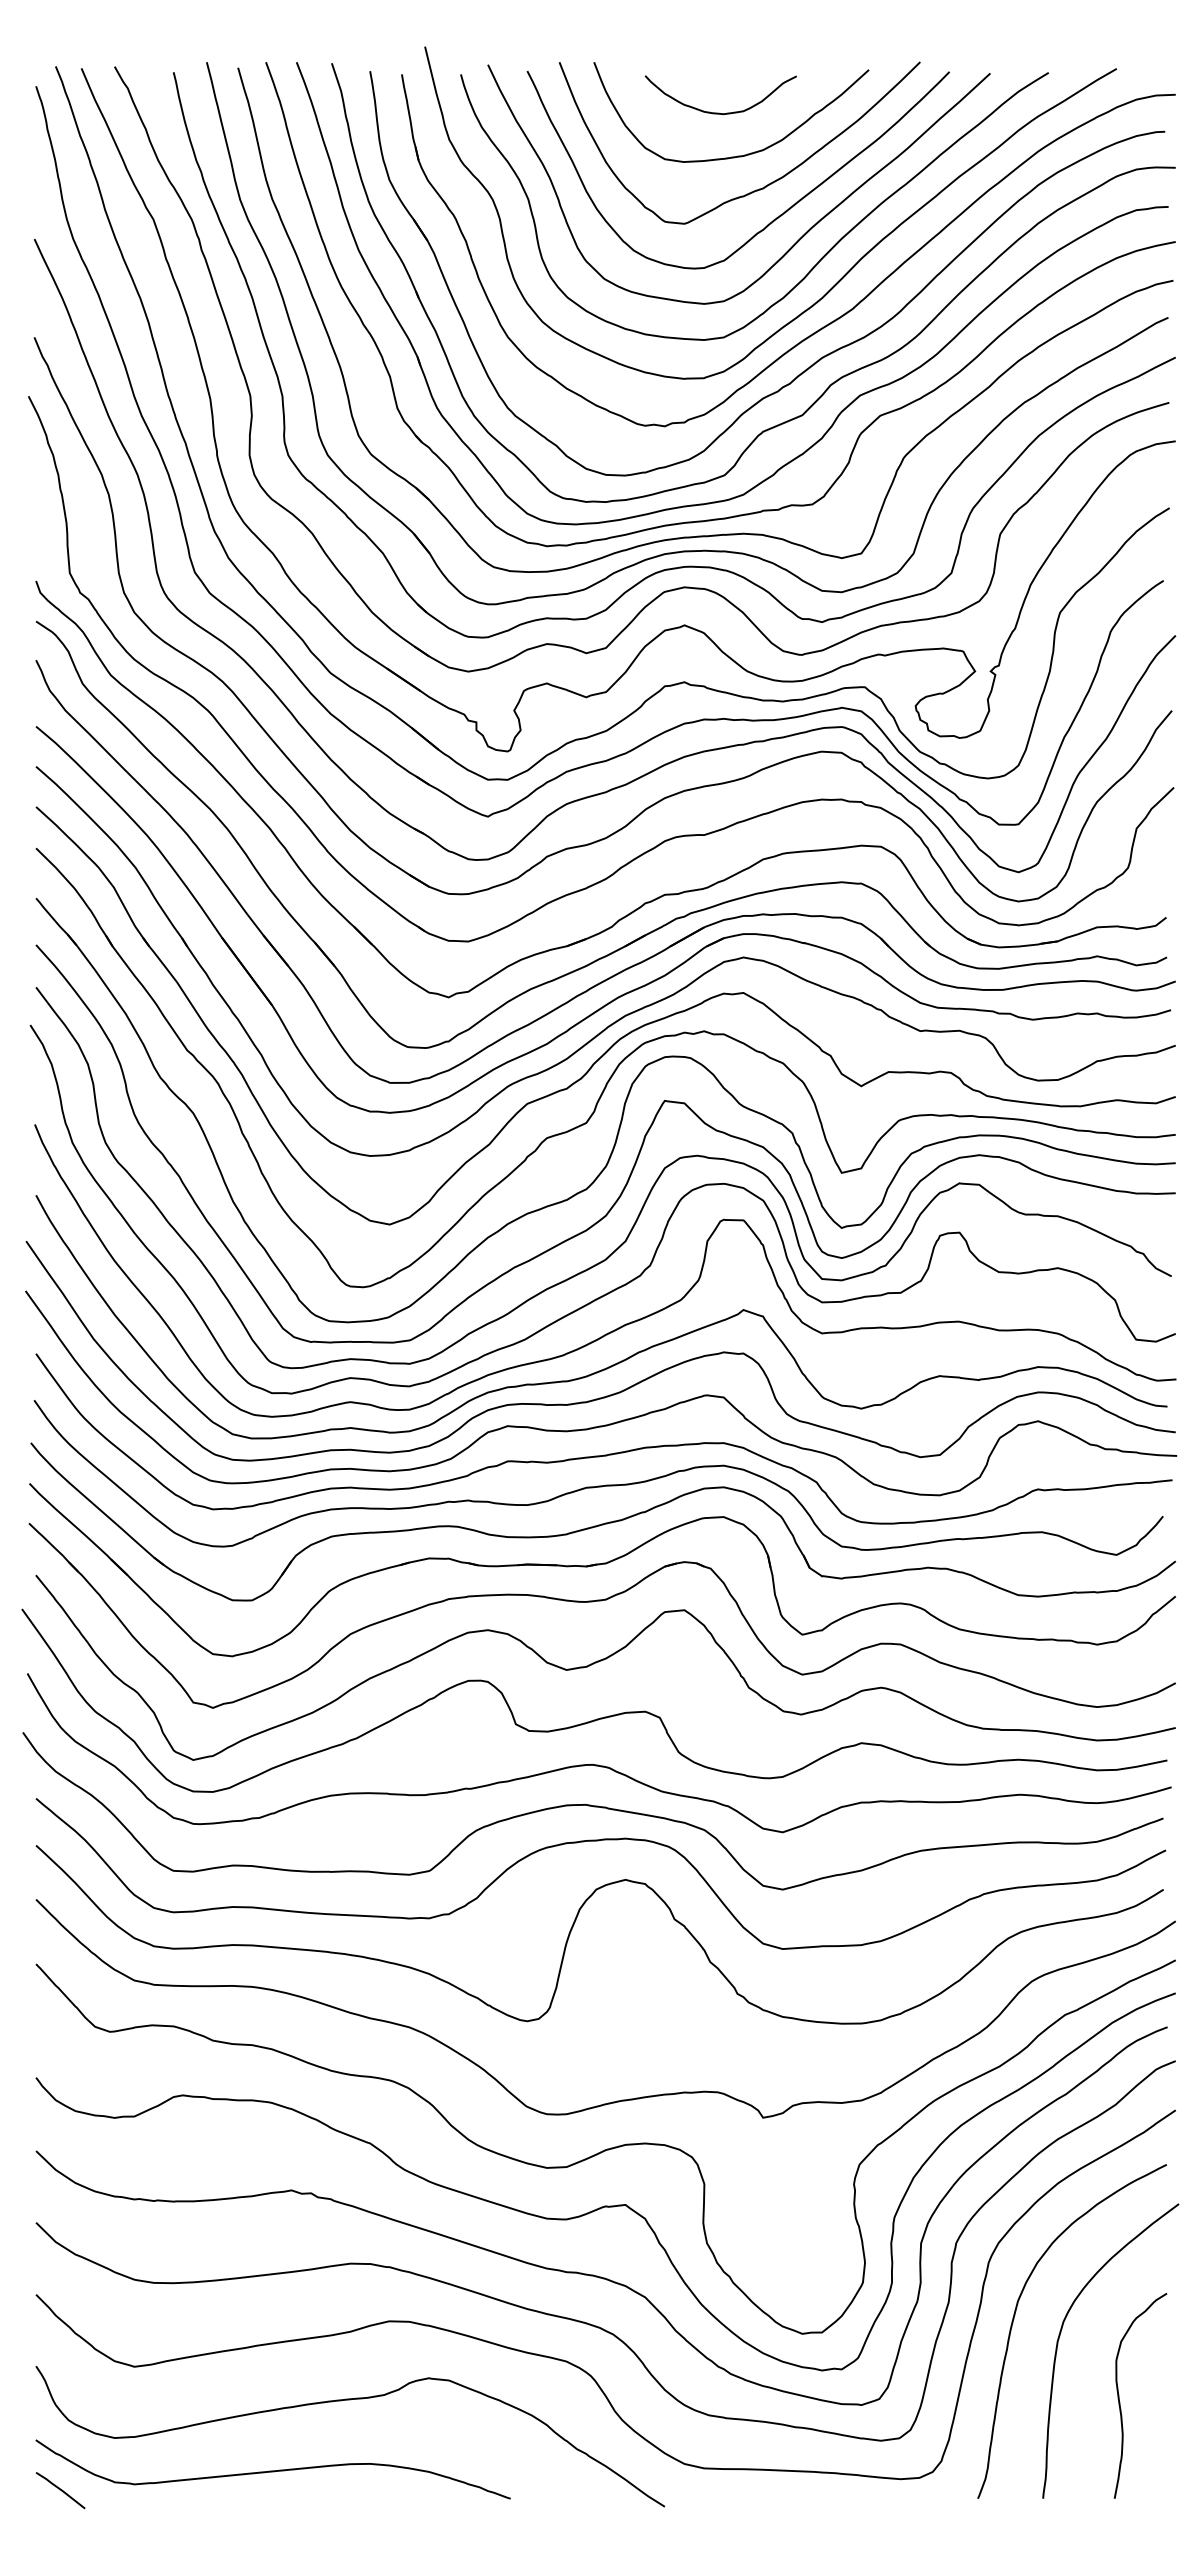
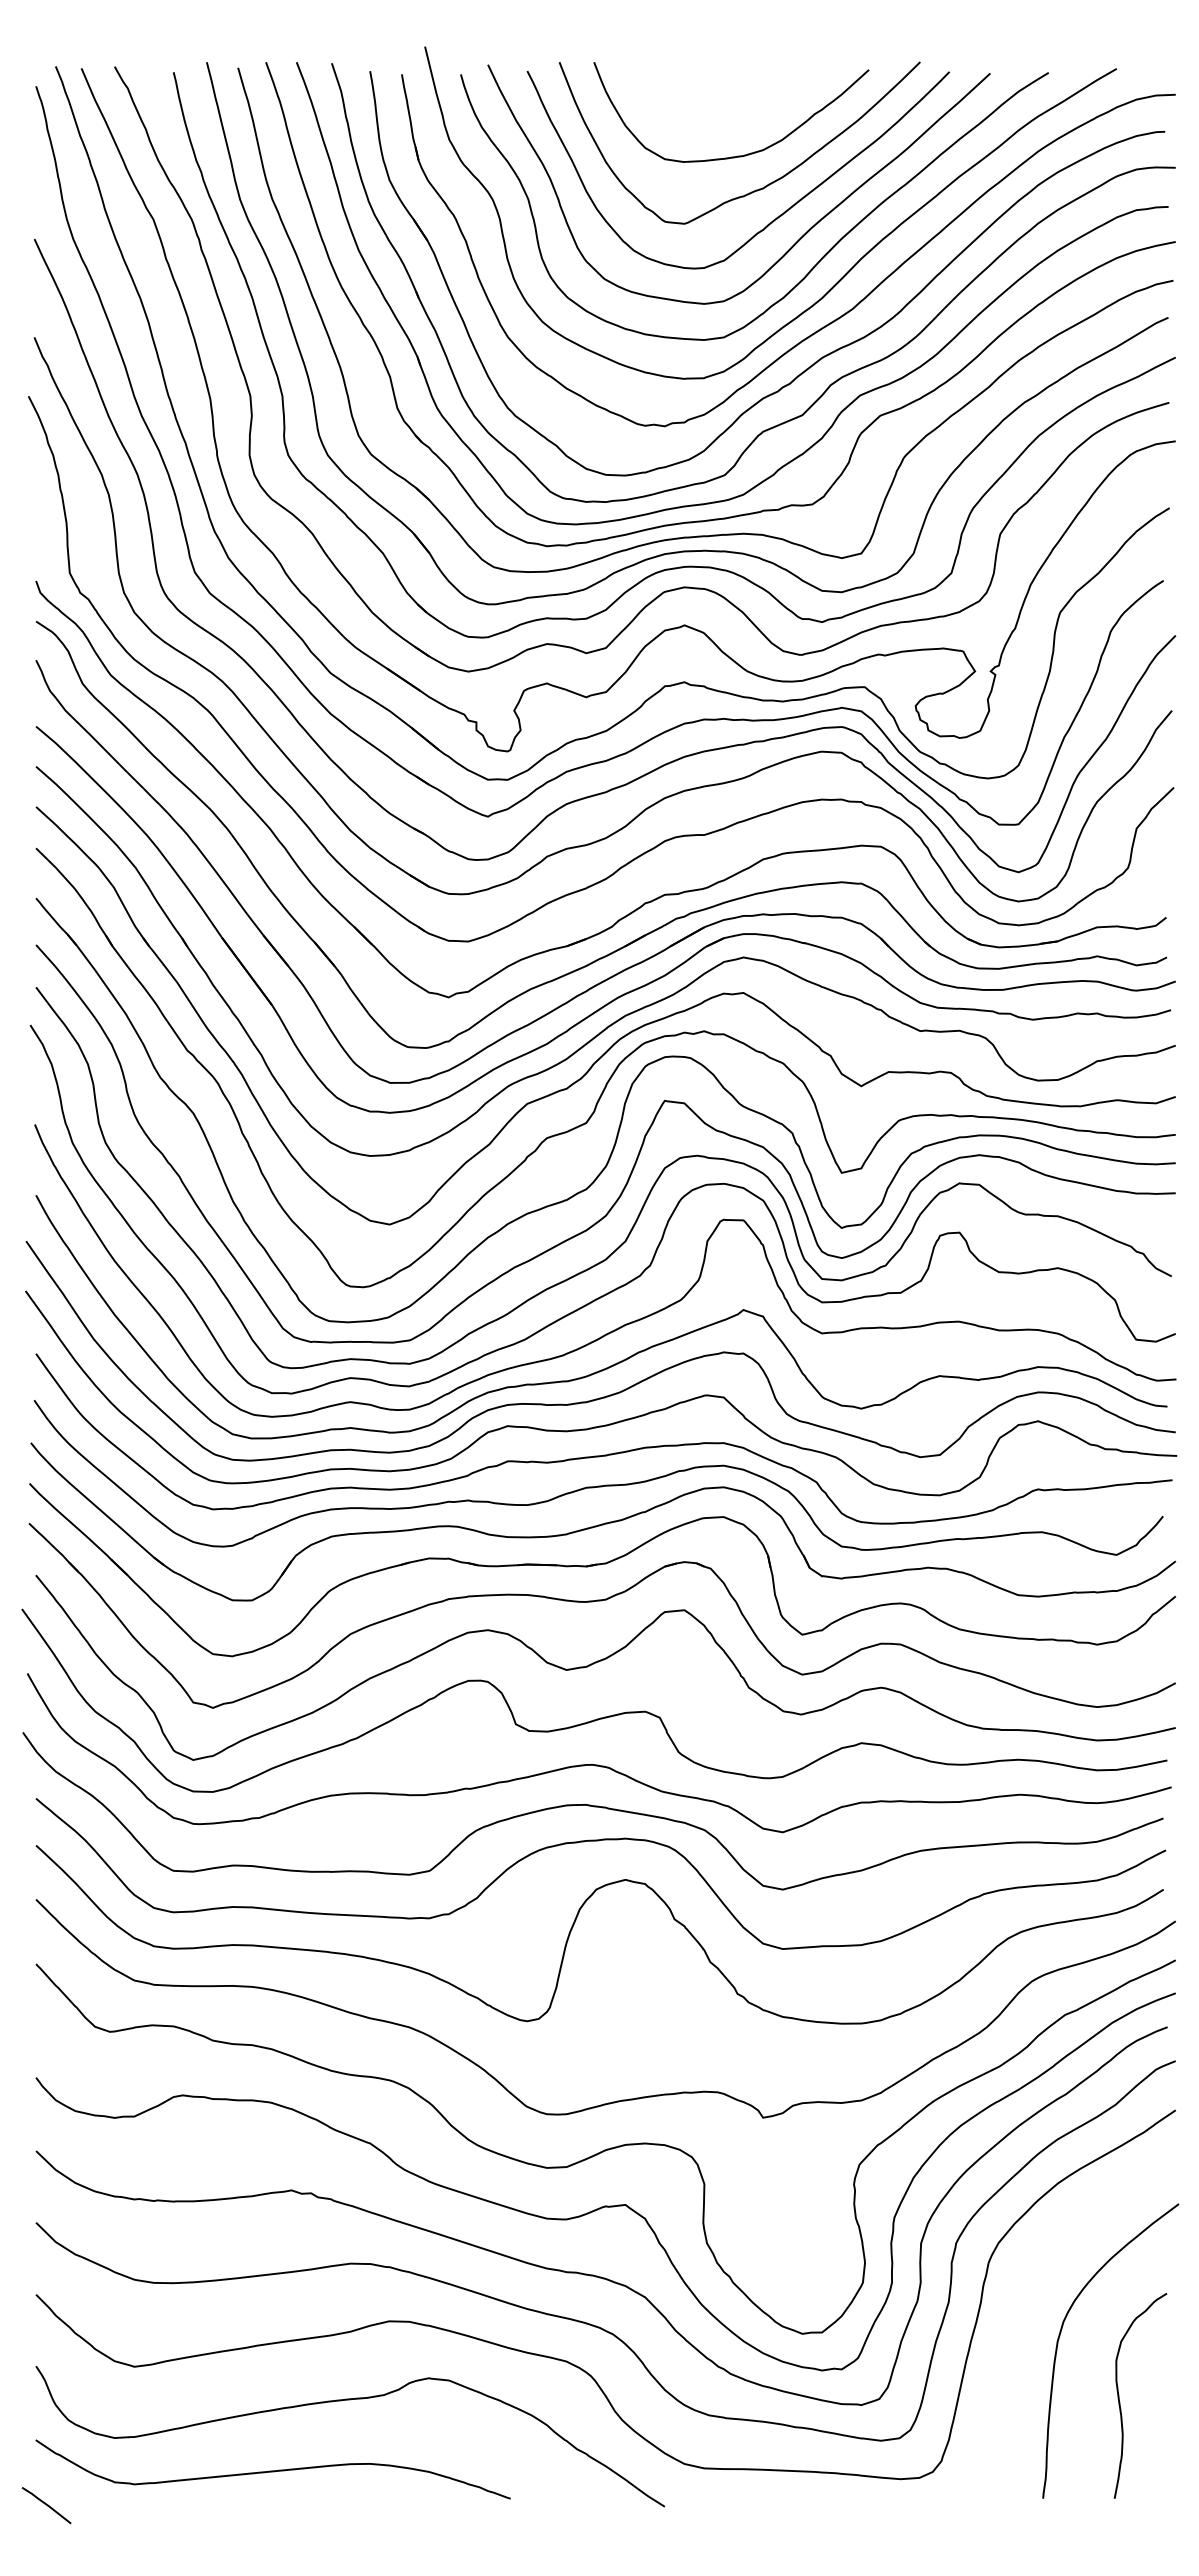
curve at (719, 112): present -> none
curve at (1015, 2315): present -> none
line at (60, 2490) position: (60, 2490) -> (46, 2505)
